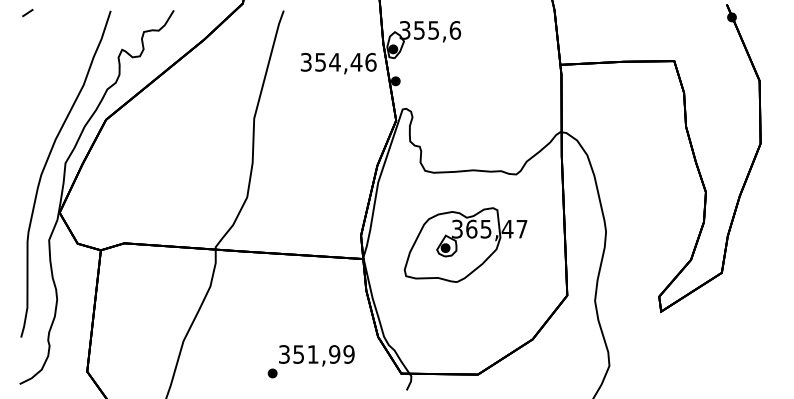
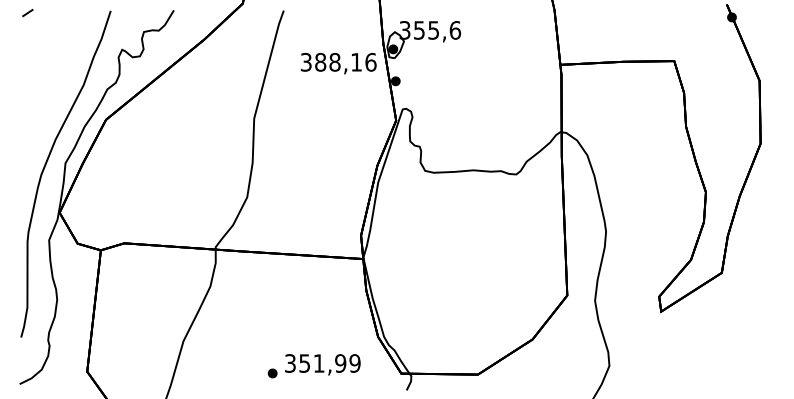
text at (338, 61): 354,46 -> 388,16
part at (465, 244): present -> none
text at (316, 355) position: (316, 355) -> (322, 364)
